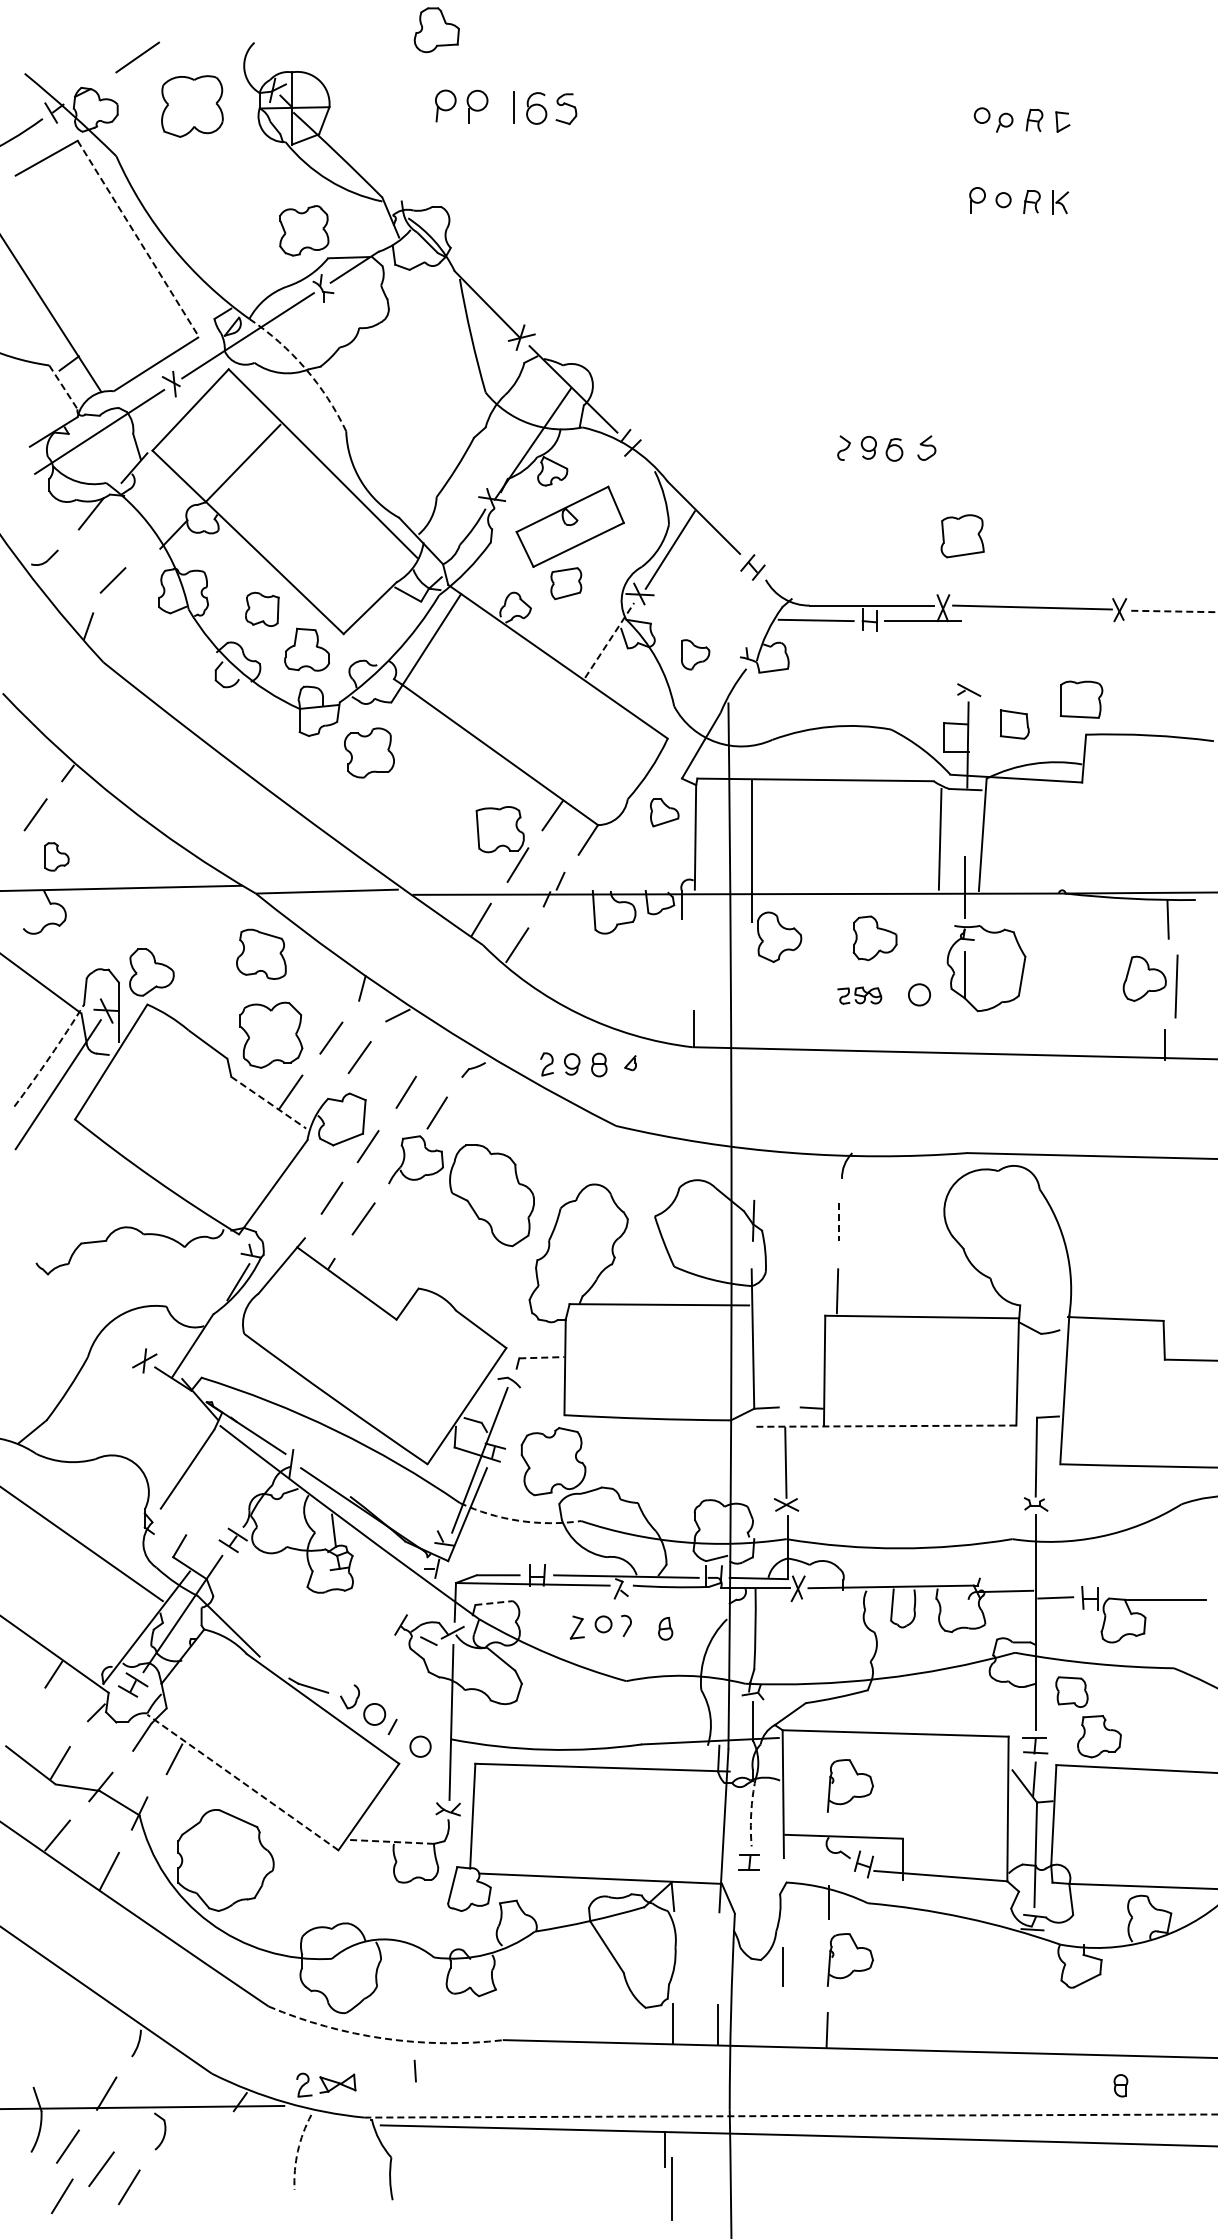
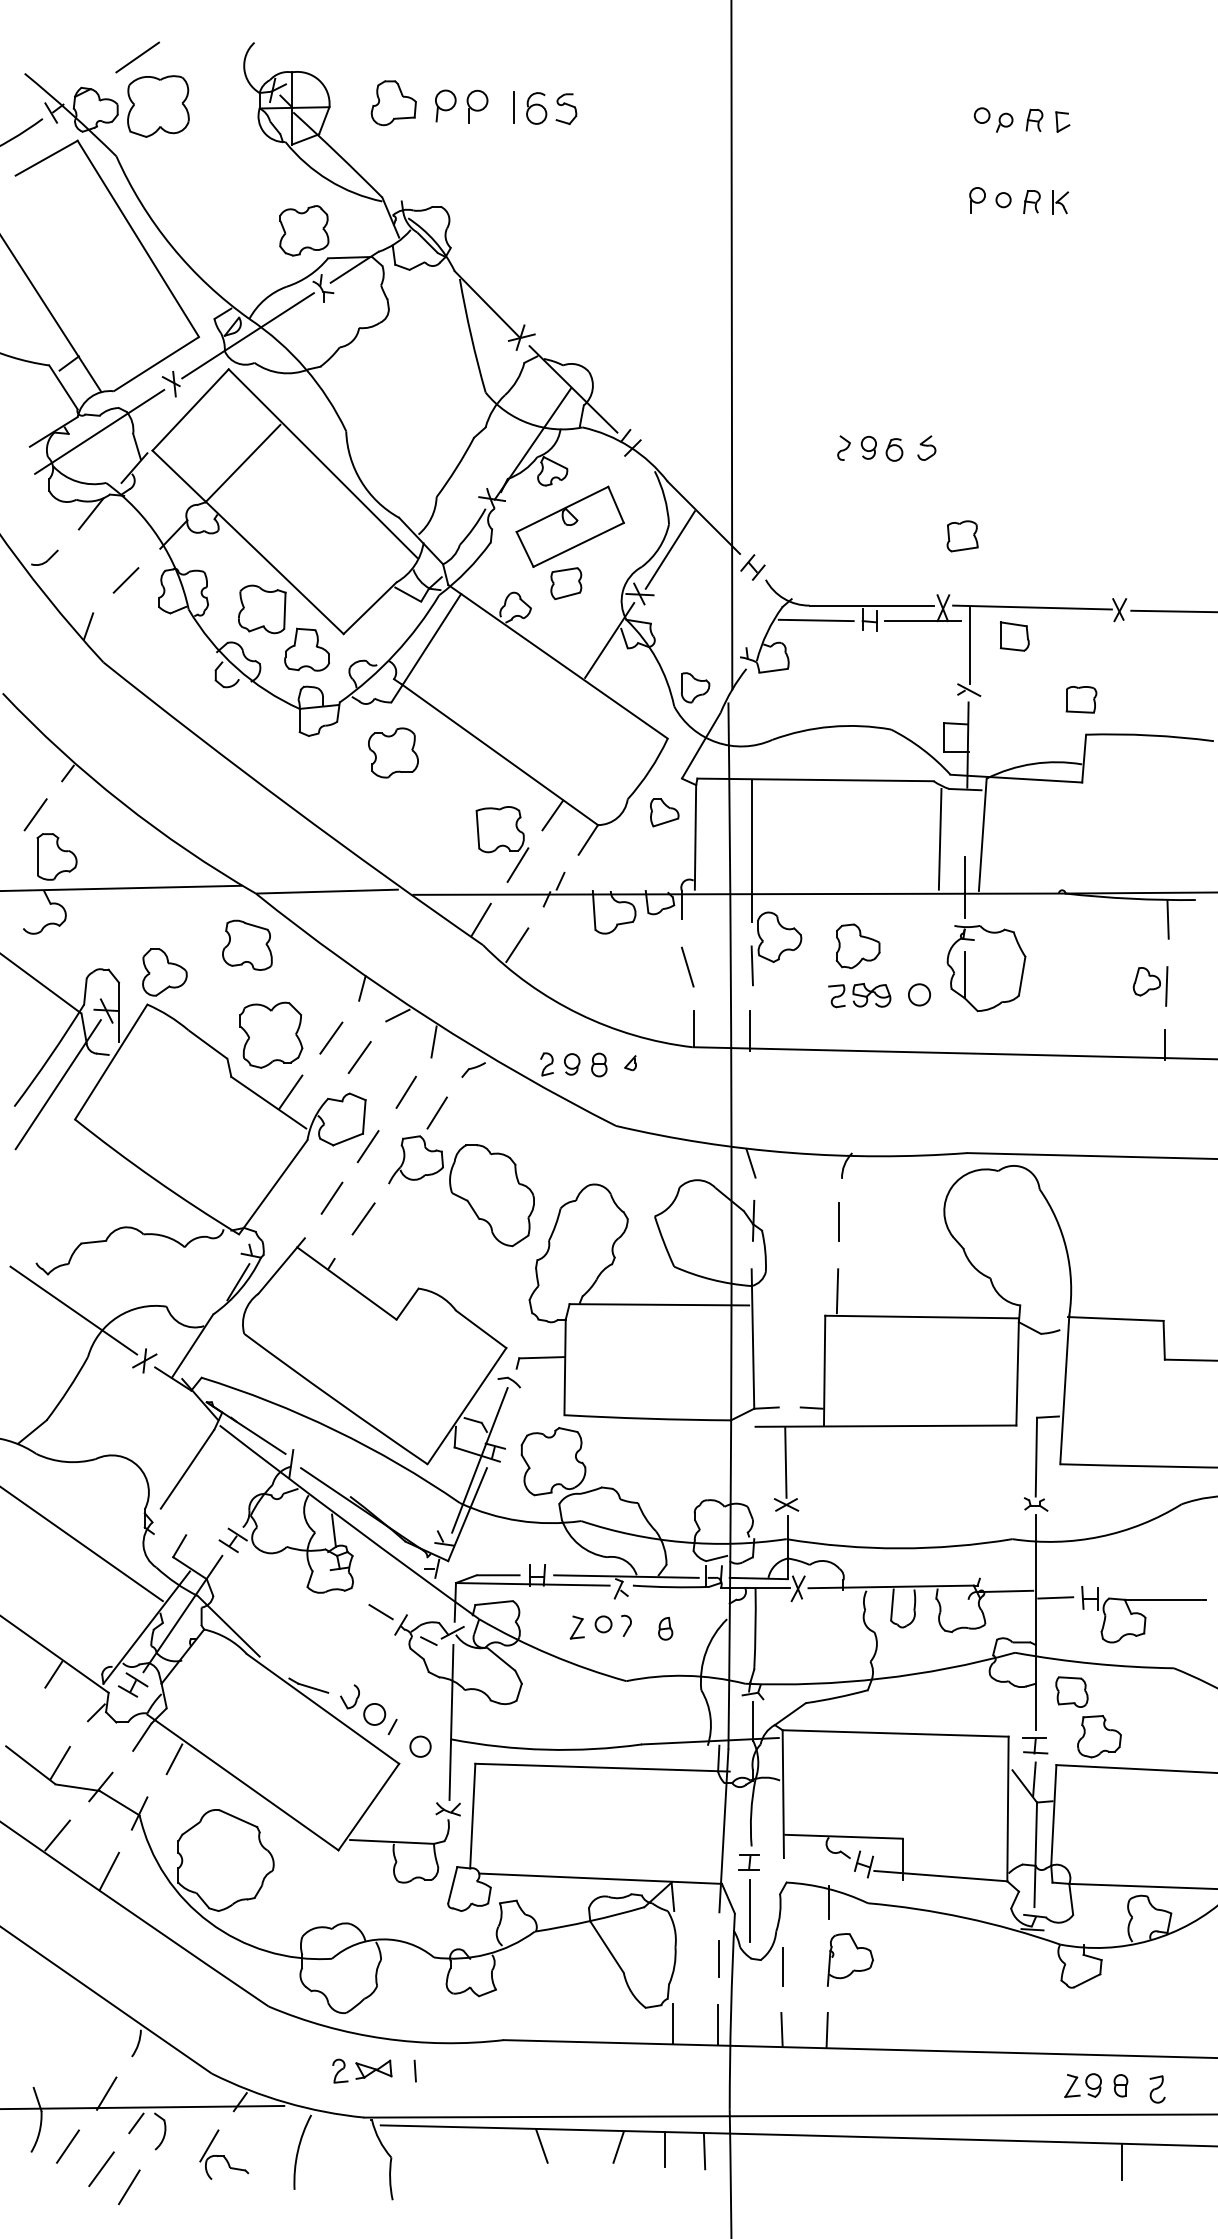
part at (436, 30) position: (436, 30) -> (393, 103)
part at (192, 106) position: (192, 106) -> (158, 106)
line at (138, 239): dashed -> solid
line at (731, 345): none -> present
arc at (305, 368): dashed -> solid
line at (63, 387): dashed -> solid
part at (962, 536) size: 45x45 px -> 33x33 px
line at (112, 580) position: (112, 580) -> (125, 580)
part at (262, 608) size: 35x36 px -> 49x51 px
line at (1175, 611): dashed -> solid
line at (609, 640): dashed -> solid
line at (969, 646): none -> present
part at (695, 654) position: (695, 654) -> (695, 687)
part at (1081, 699) size: 45x39 px -> 33x28 px
part at (1014, 724) position: (1014, 724) -> (1014, 636)
part at (369, 752) position: (369, 752) -> (393, 752)
part at (56, 856) size: 26x30 px -> 42x48 px
part at (874, 938) position: (874, 938) -> (857, 946)
part at (261, 953) position: (261, 953) -> (247, 944)
line at (751, 965): none -> present
line at (687, 966): none -> present
part at (151, 972) position: (151, 972) -> (164, 972)
part at (1150, 986) size: 57x65 px -> 37x41 px
part at (859, 995) size: 46x19 px -> 64x26 px
line at (750, 1031): none -> present
line at (433, 1041): none -> present
arc at (50, 1056): dashed -> solid
line at (269, 1103): dashed -> solid
line at (750, 1163): none -> present
line at (839, 1222): dashed -> solid
line at (73, 1310): none -> present
line at (541, 1357): dashed -> solid
line at (885, 1426): dashed -> solid
arc at (519, 1520): dashed -> solid
line at (494, 1603): dashed -> solid
line at (380, 1611): none -> present
line at (242, 1782): dashed -> solid
part at (850, 1785): present -> none
arc at (751, 1812): dashed -> solid
line at (392, 1841): dashed -> solid
line at (719, 1958): none -> present
line at (781, 2029): none -> present
arc at (384, 2038): dashed -> solid
part at (326, 2084) position: (326, 2084) -> (362, 2070)
part at (1082, 2085): none -> present
part at (1157, 2089): none -> present
line at (791, 2116): dashed -> solid
line at (136, 2123): none -> present
line at (541, 2145): none -> present
line at (618, 2146): none -> present
arc at (297, 2151): dashed -> solid
line at (704, 2151): none -> present
part at (224, 2154): none -> present
line at (1122, 2161): none -> present
line at (671, 2188) position: (671, 2188) -> (749, 1910)
line at (62, 2196): present -> none
